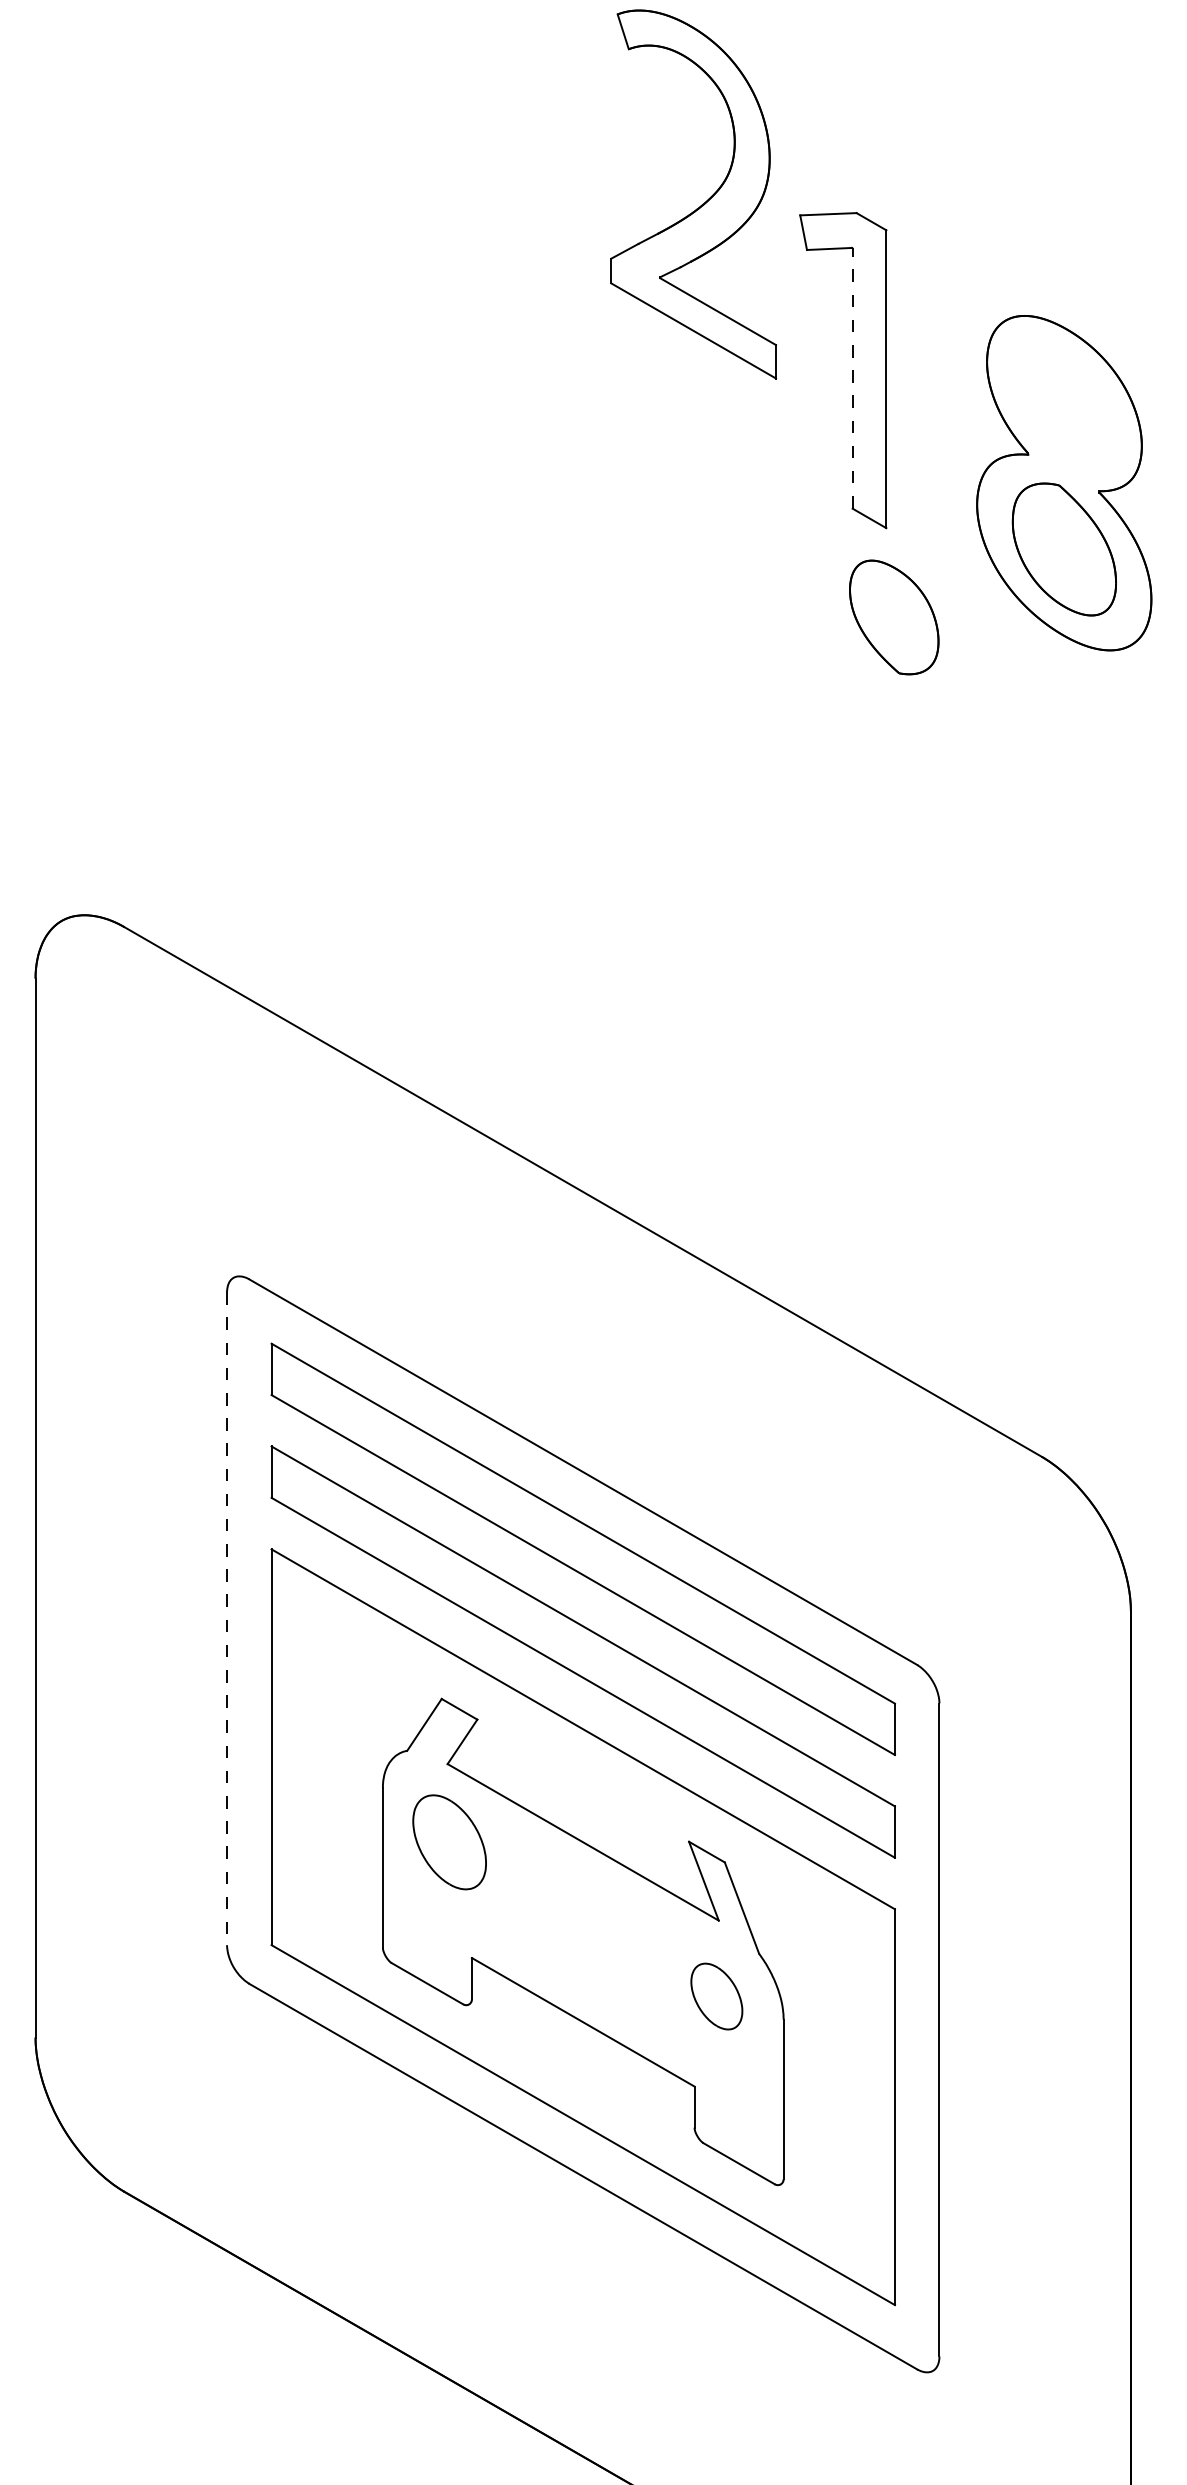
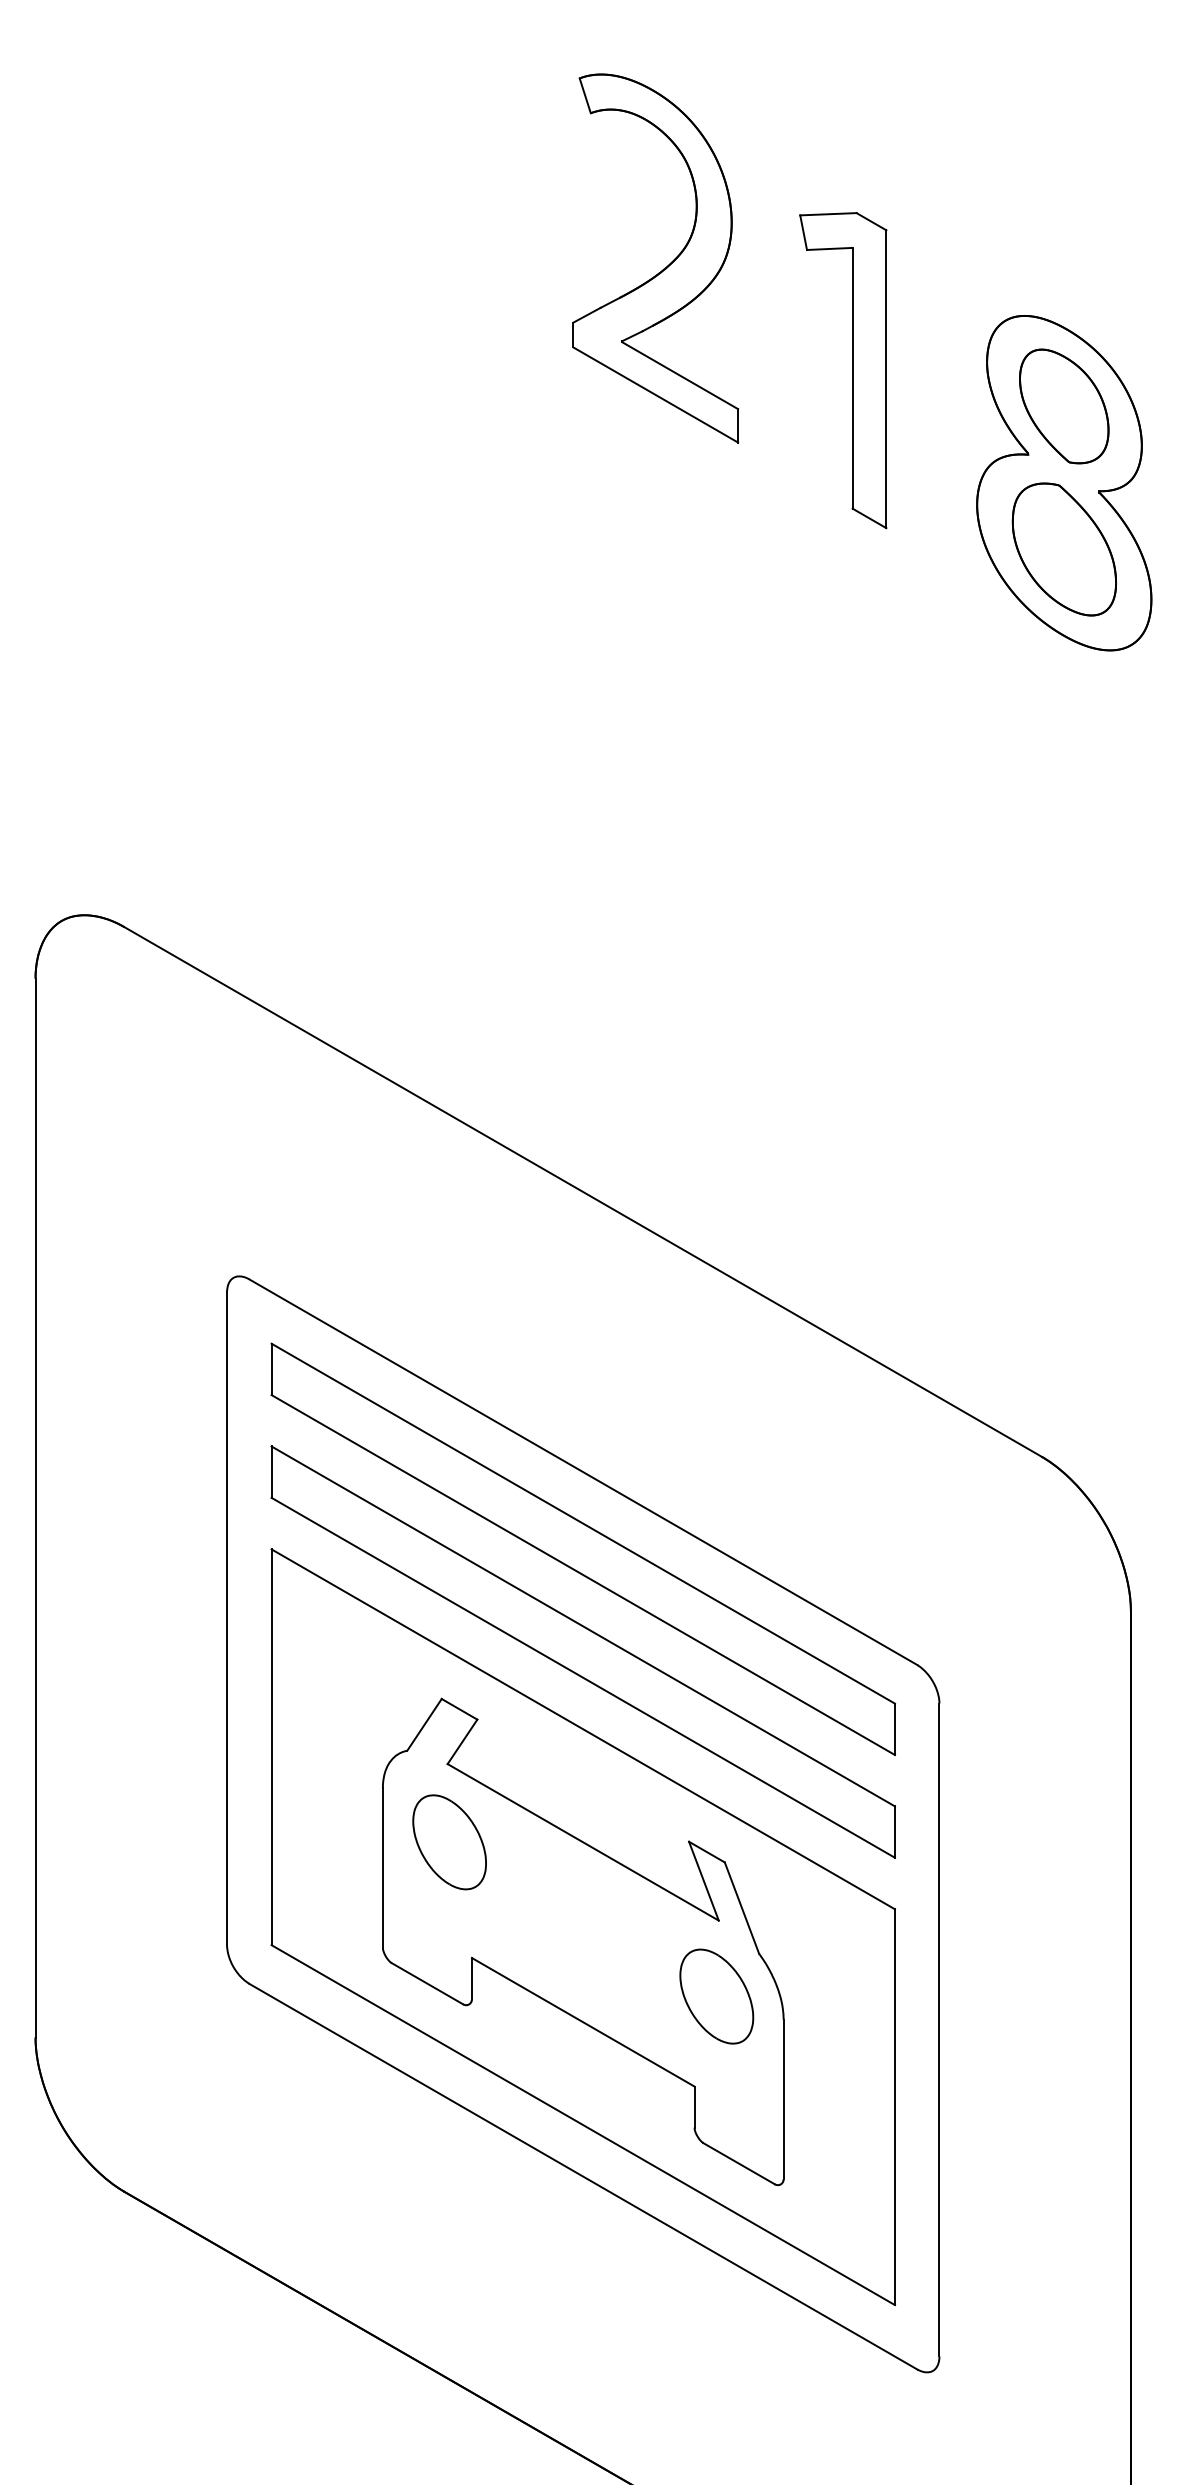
part at (701, 204) position: (701, 204) -> (663, 268)
line at (852, 378): dashed -> solid
part at (894, 617) position: (894, 617) -> (1064, 406)
line at (227, 1619): dashed -> solid
part at (716, 1996) size: 54x69 px -> 76x97 px
